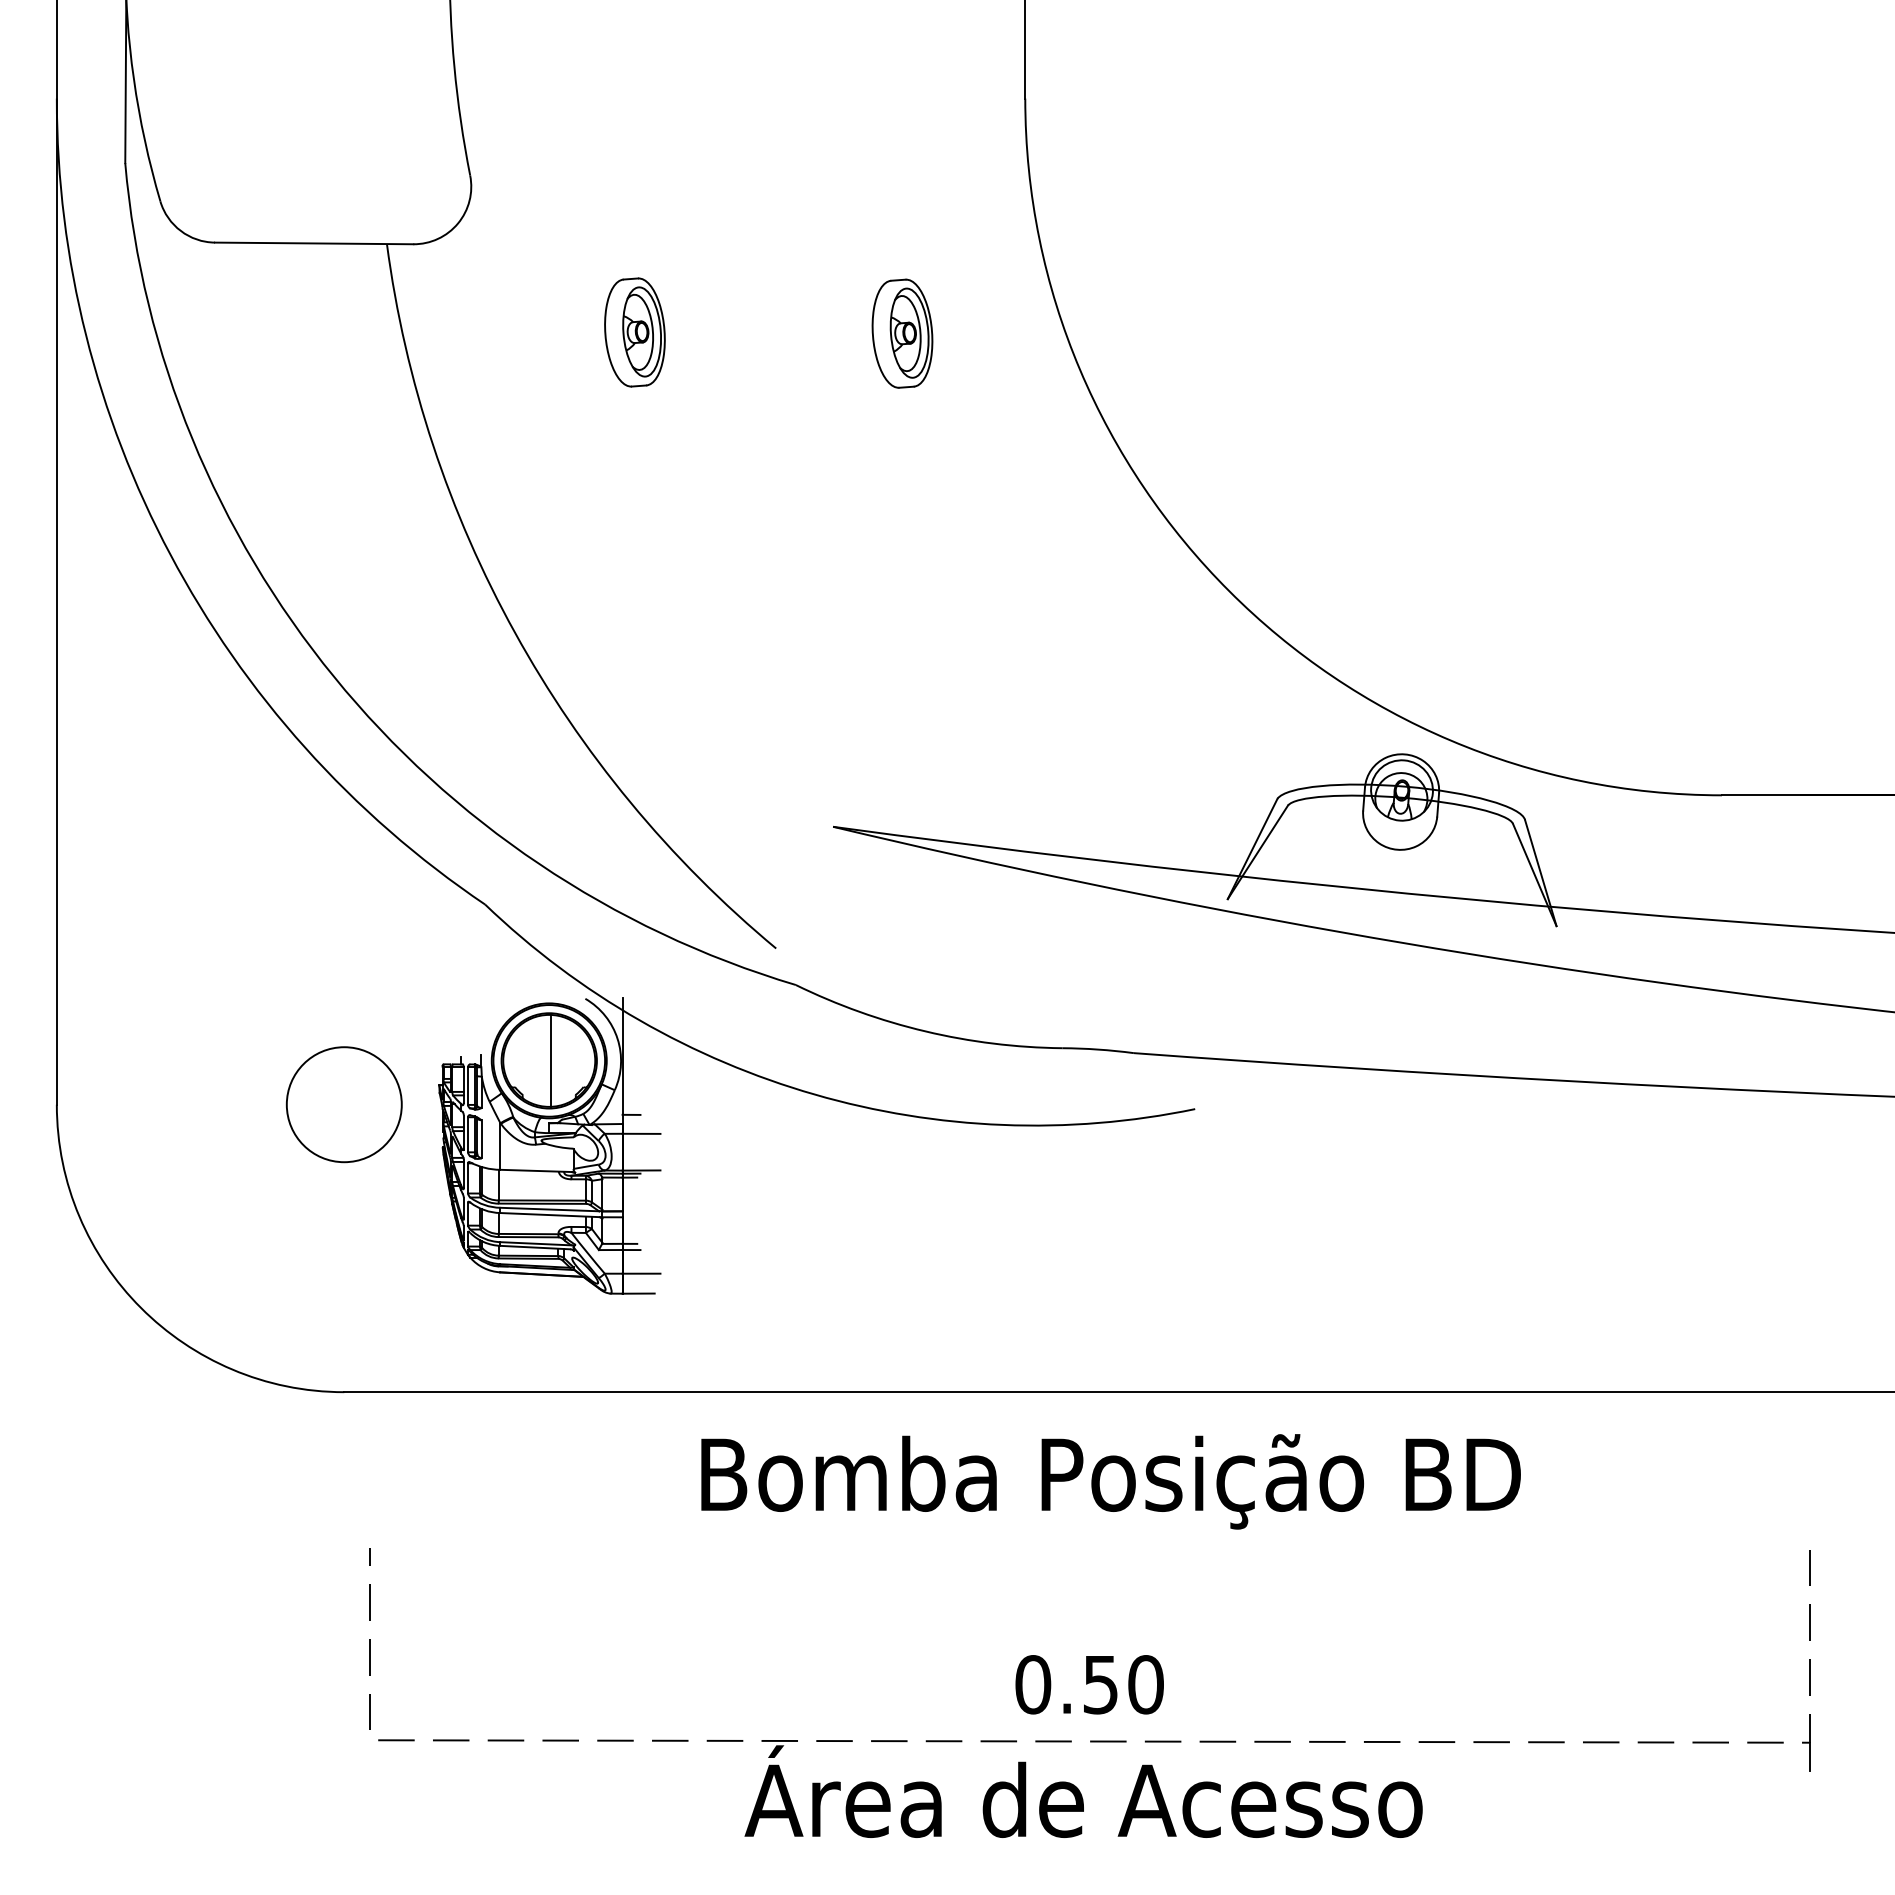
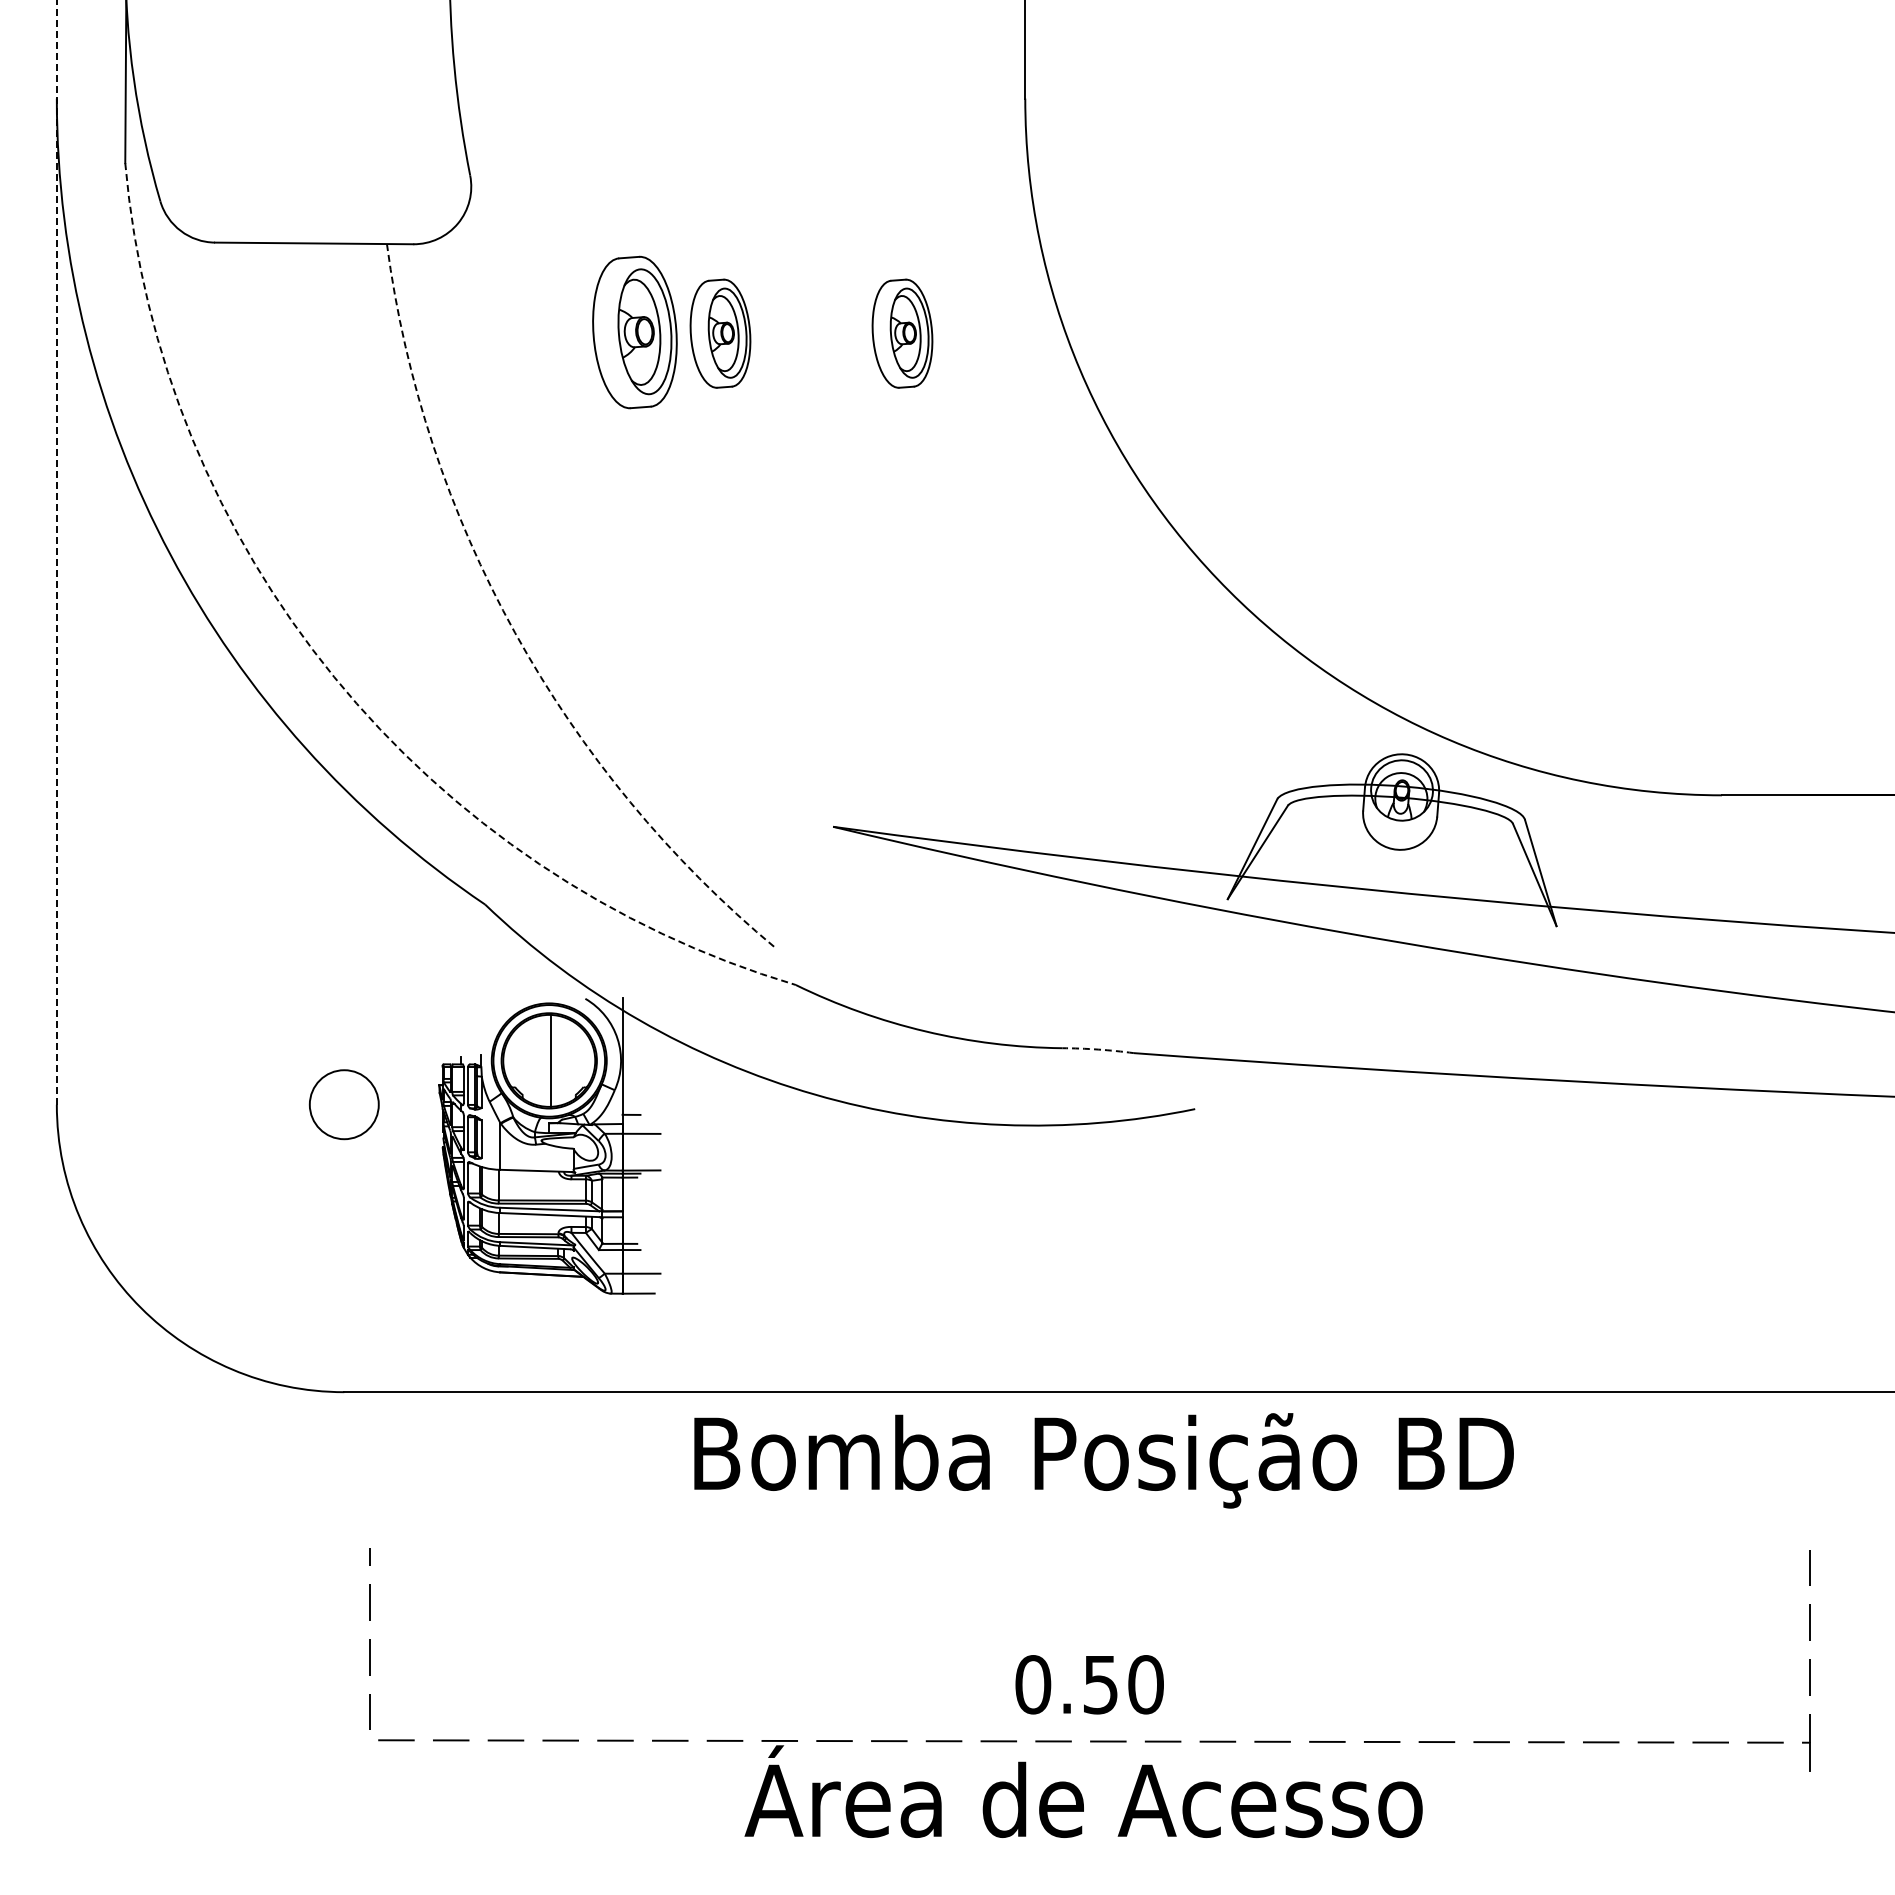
part at (634, 332) size: 62x111 px -> 86x155 px
part at (720, 333): none -> present
line at (56, 552): solid -> dashed
arc at (515, 633): solid -> dashed
arc at (334, 677): solid -> dashed
arc at (1098, 1049): solid -> dashed
circle at (343, 1104) diameter: 115 px -> 69 px
text at (1110, 1481) position: (1110, 1481) -> (1103, 1460)
